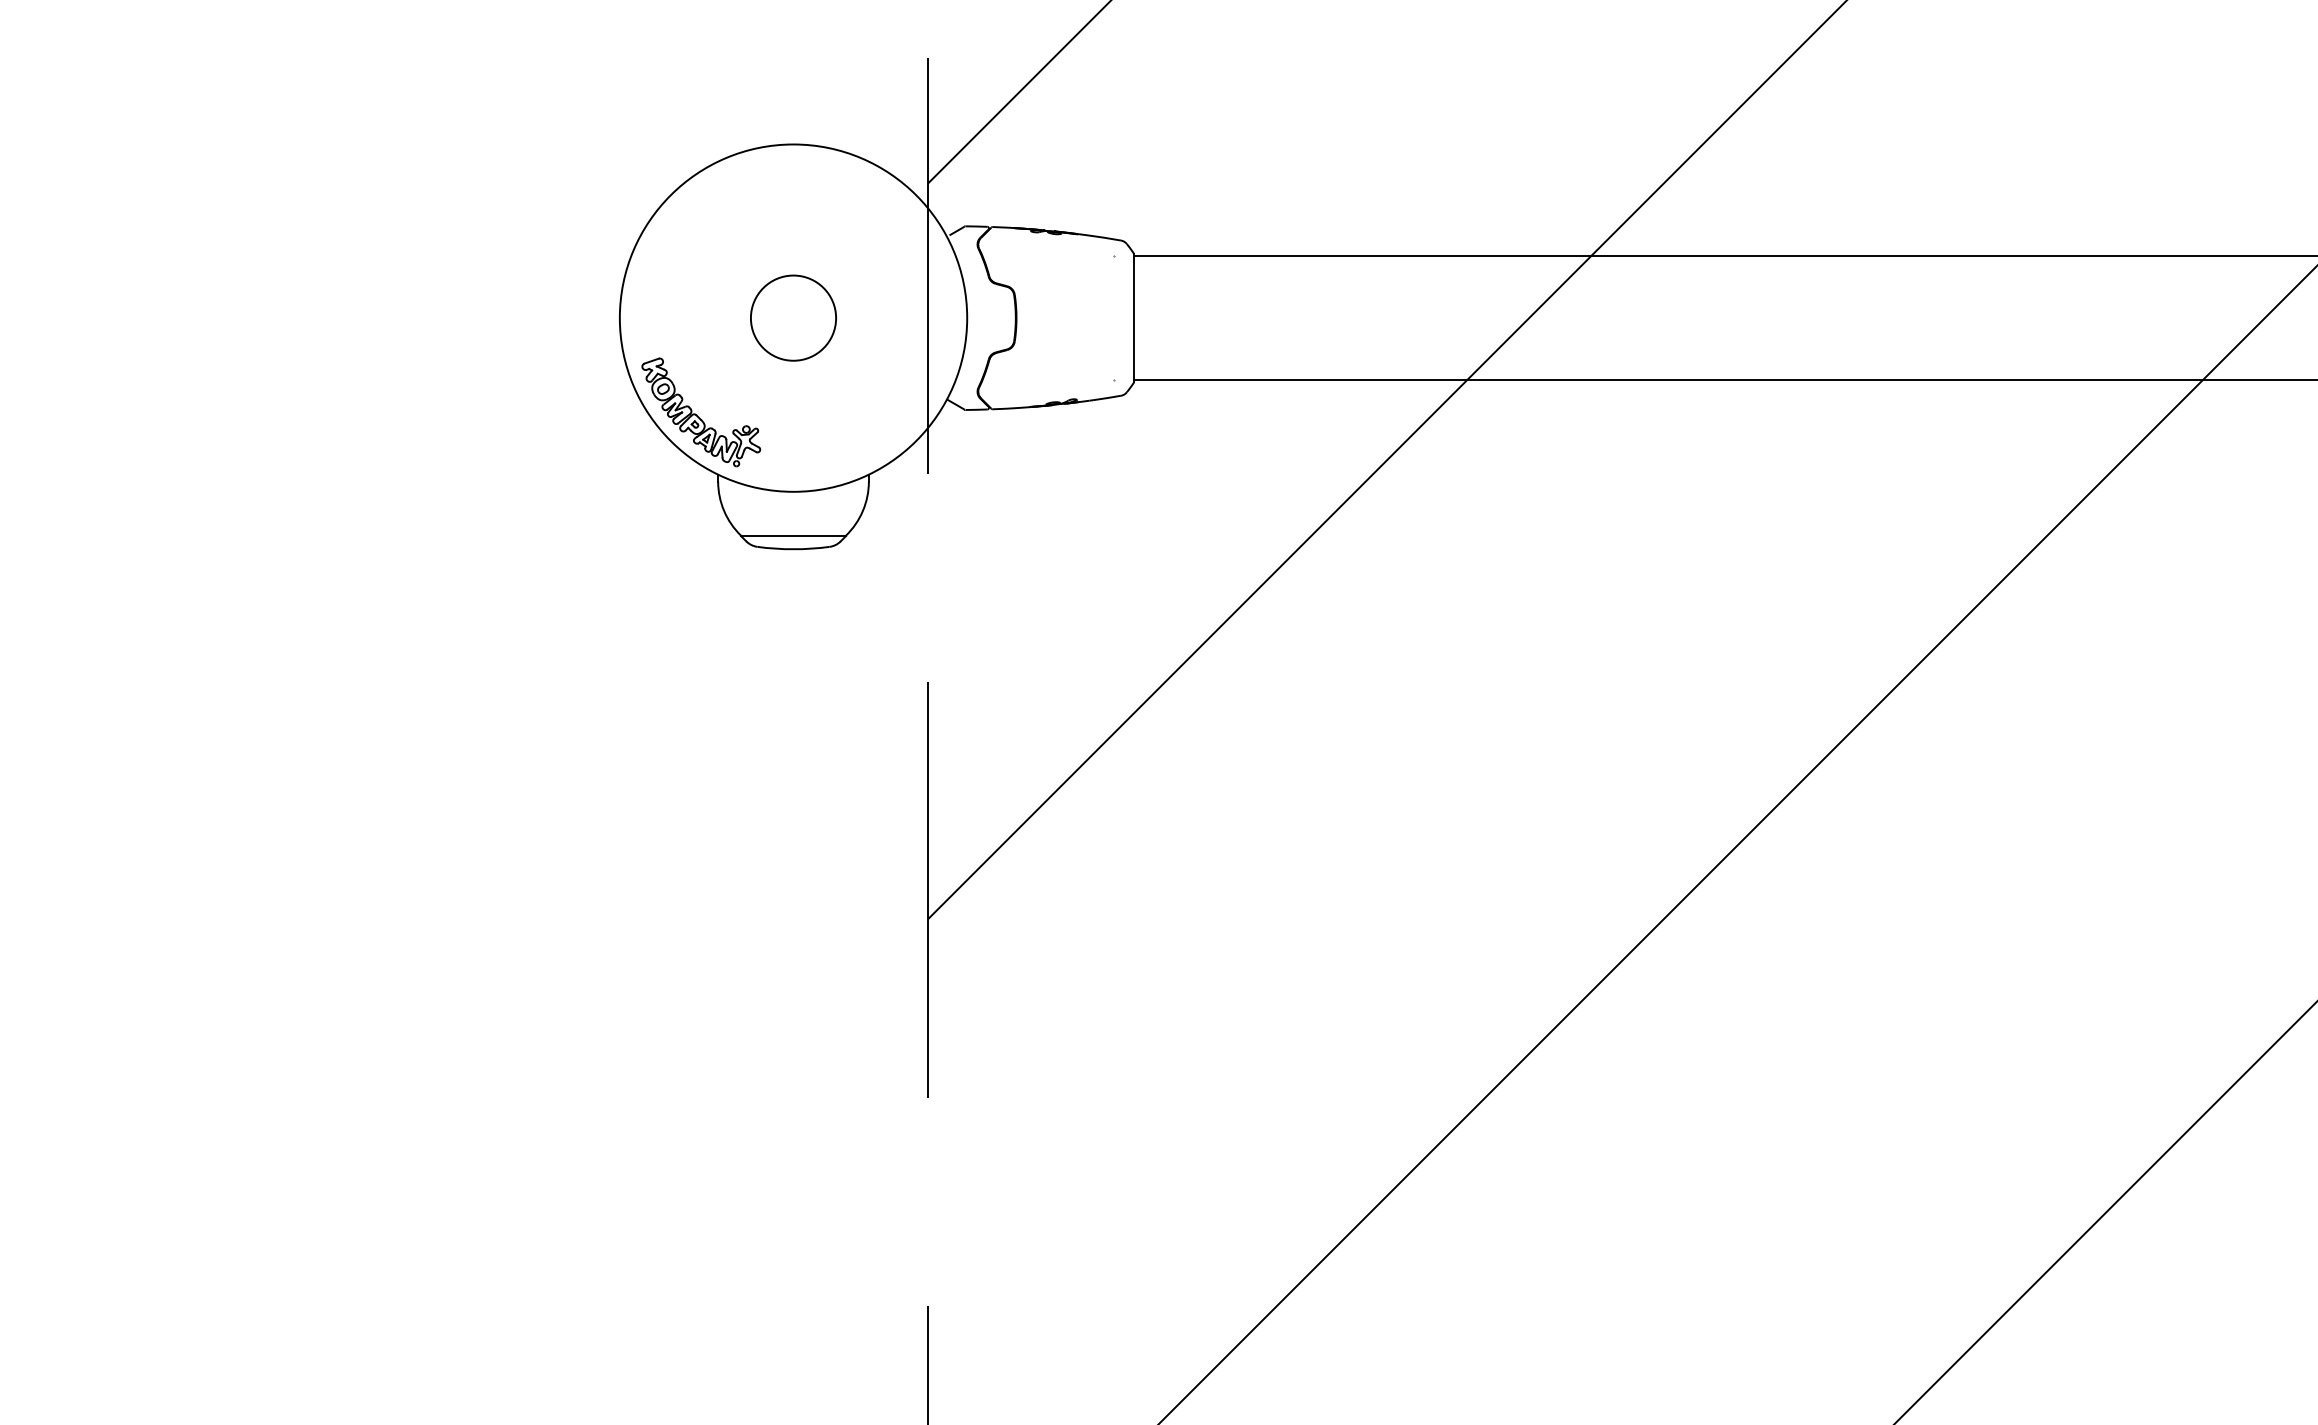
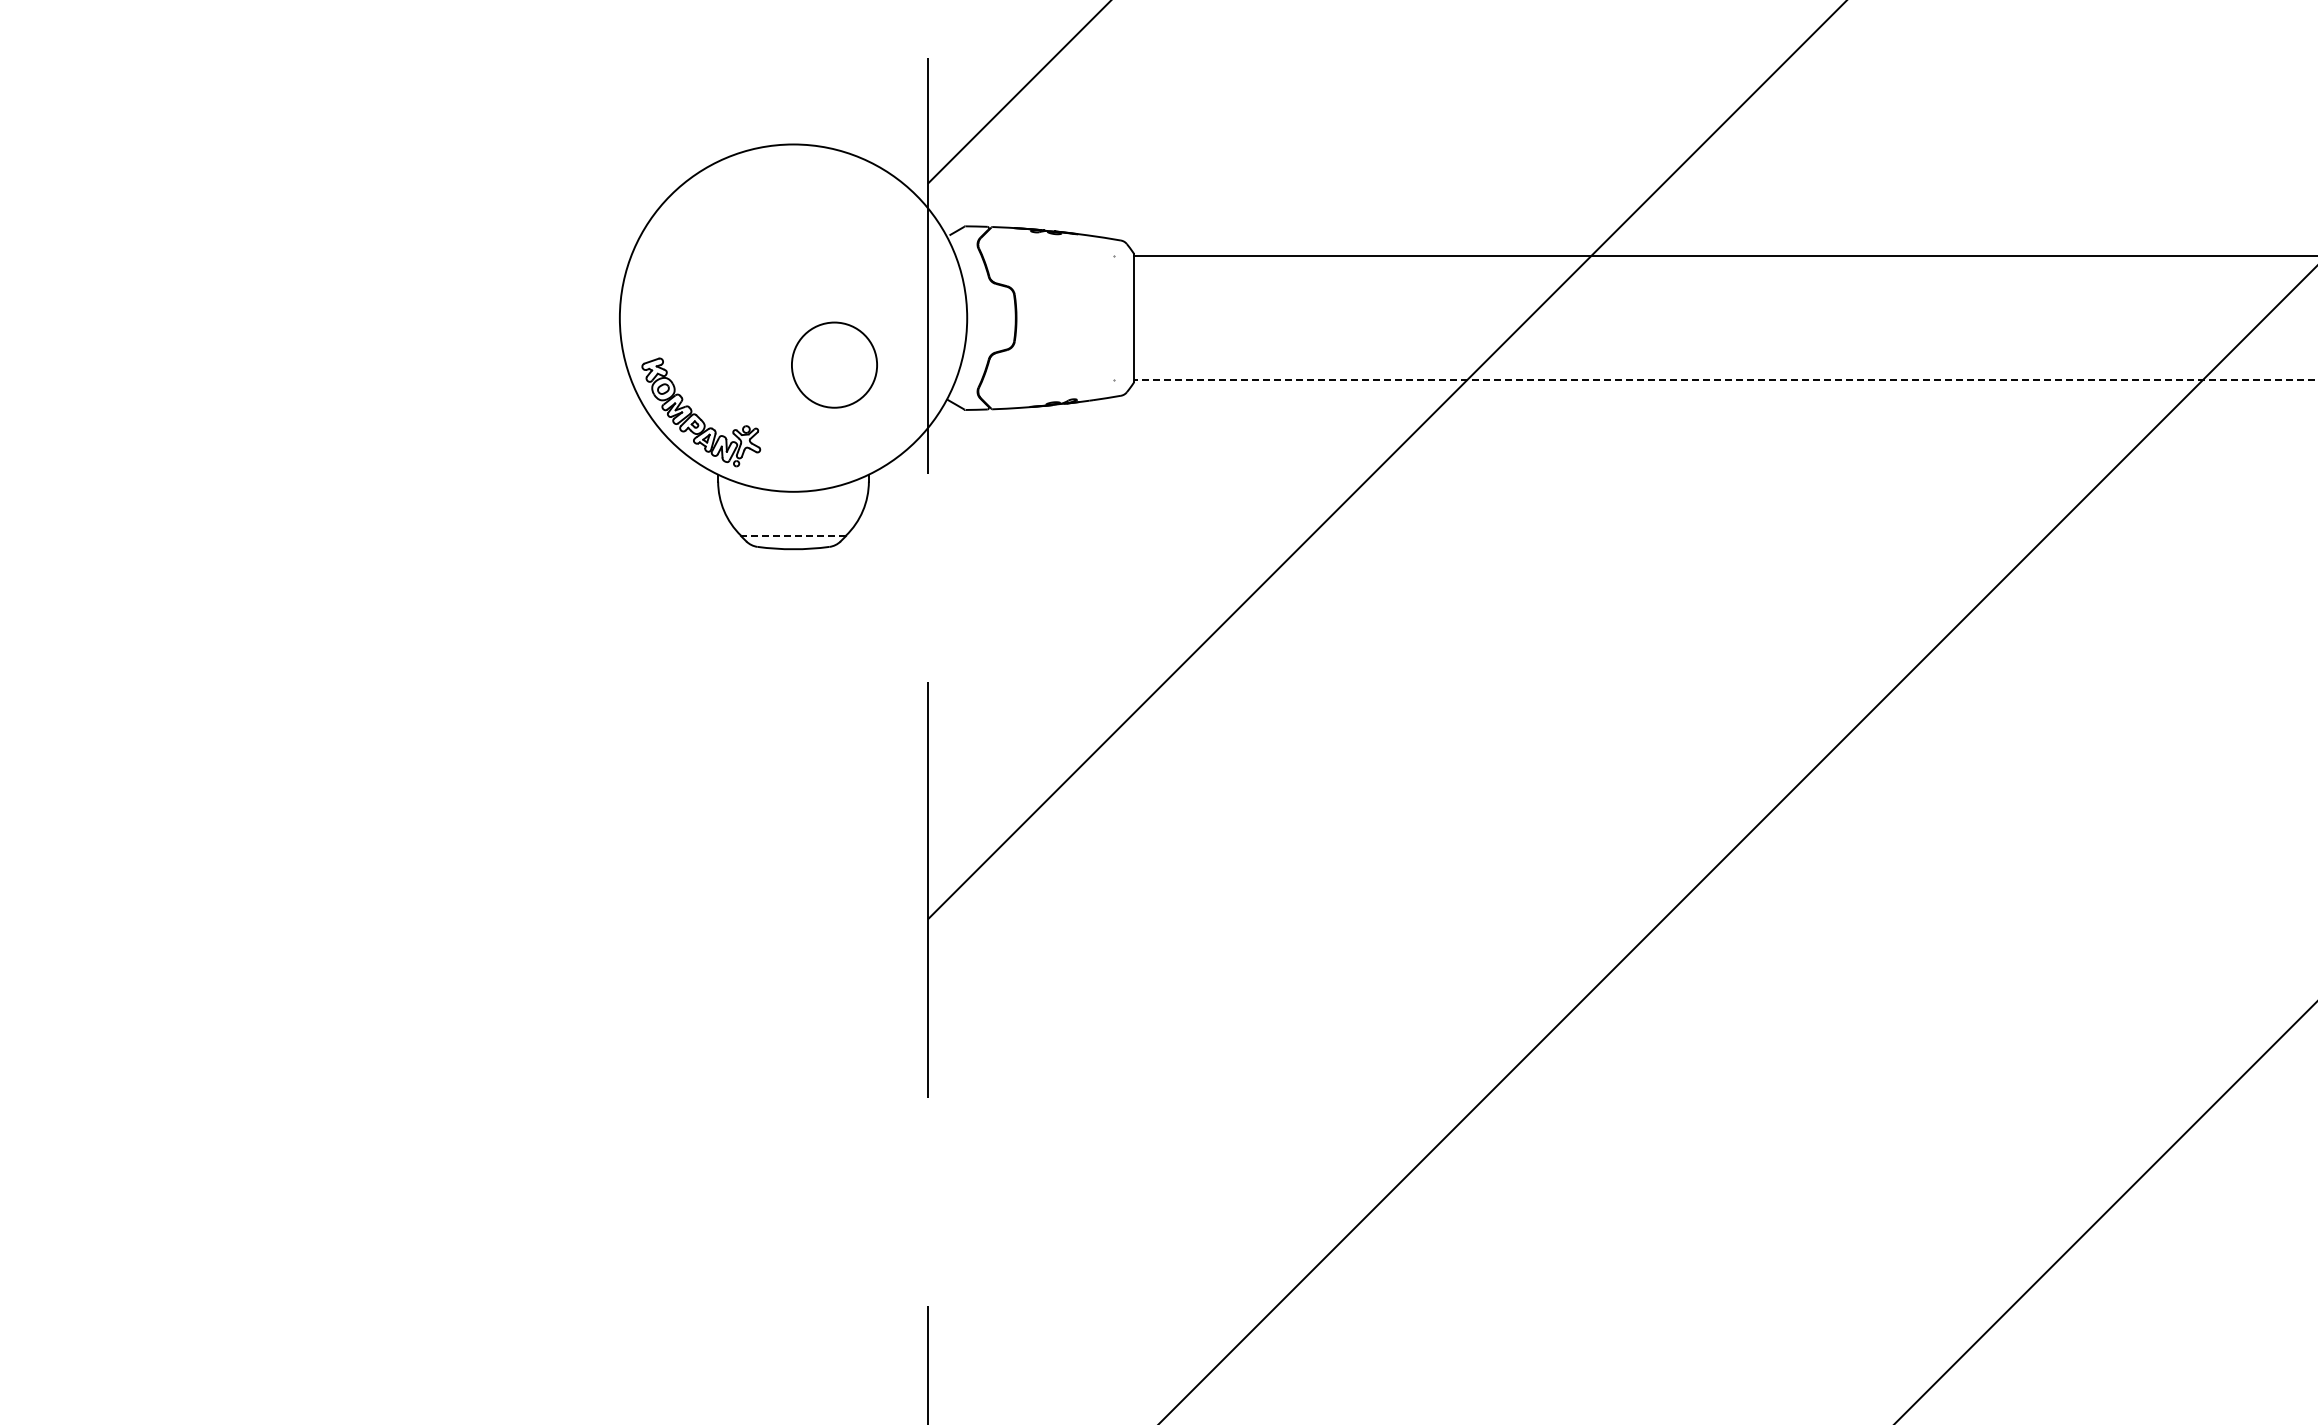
circle at (793, 317) position: (793, 317) -> (834, 364)
line at (1726, 380): solid -> dashed
line at (793, 536): solid -> dashed
